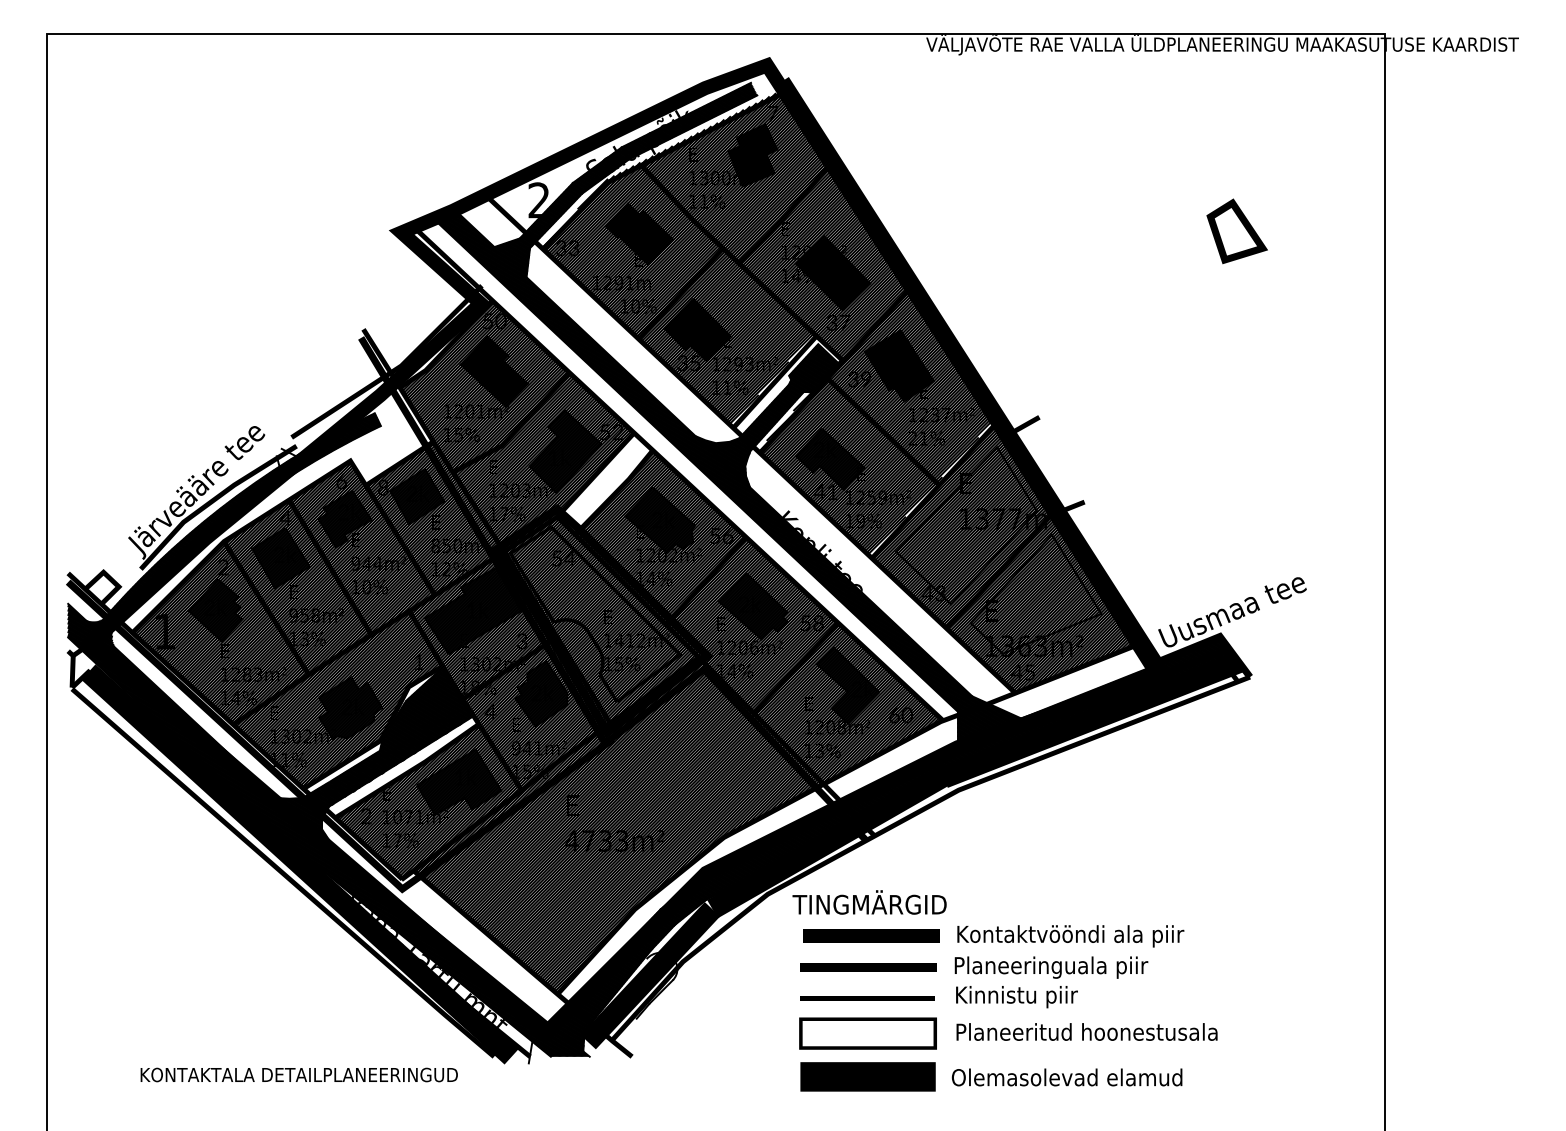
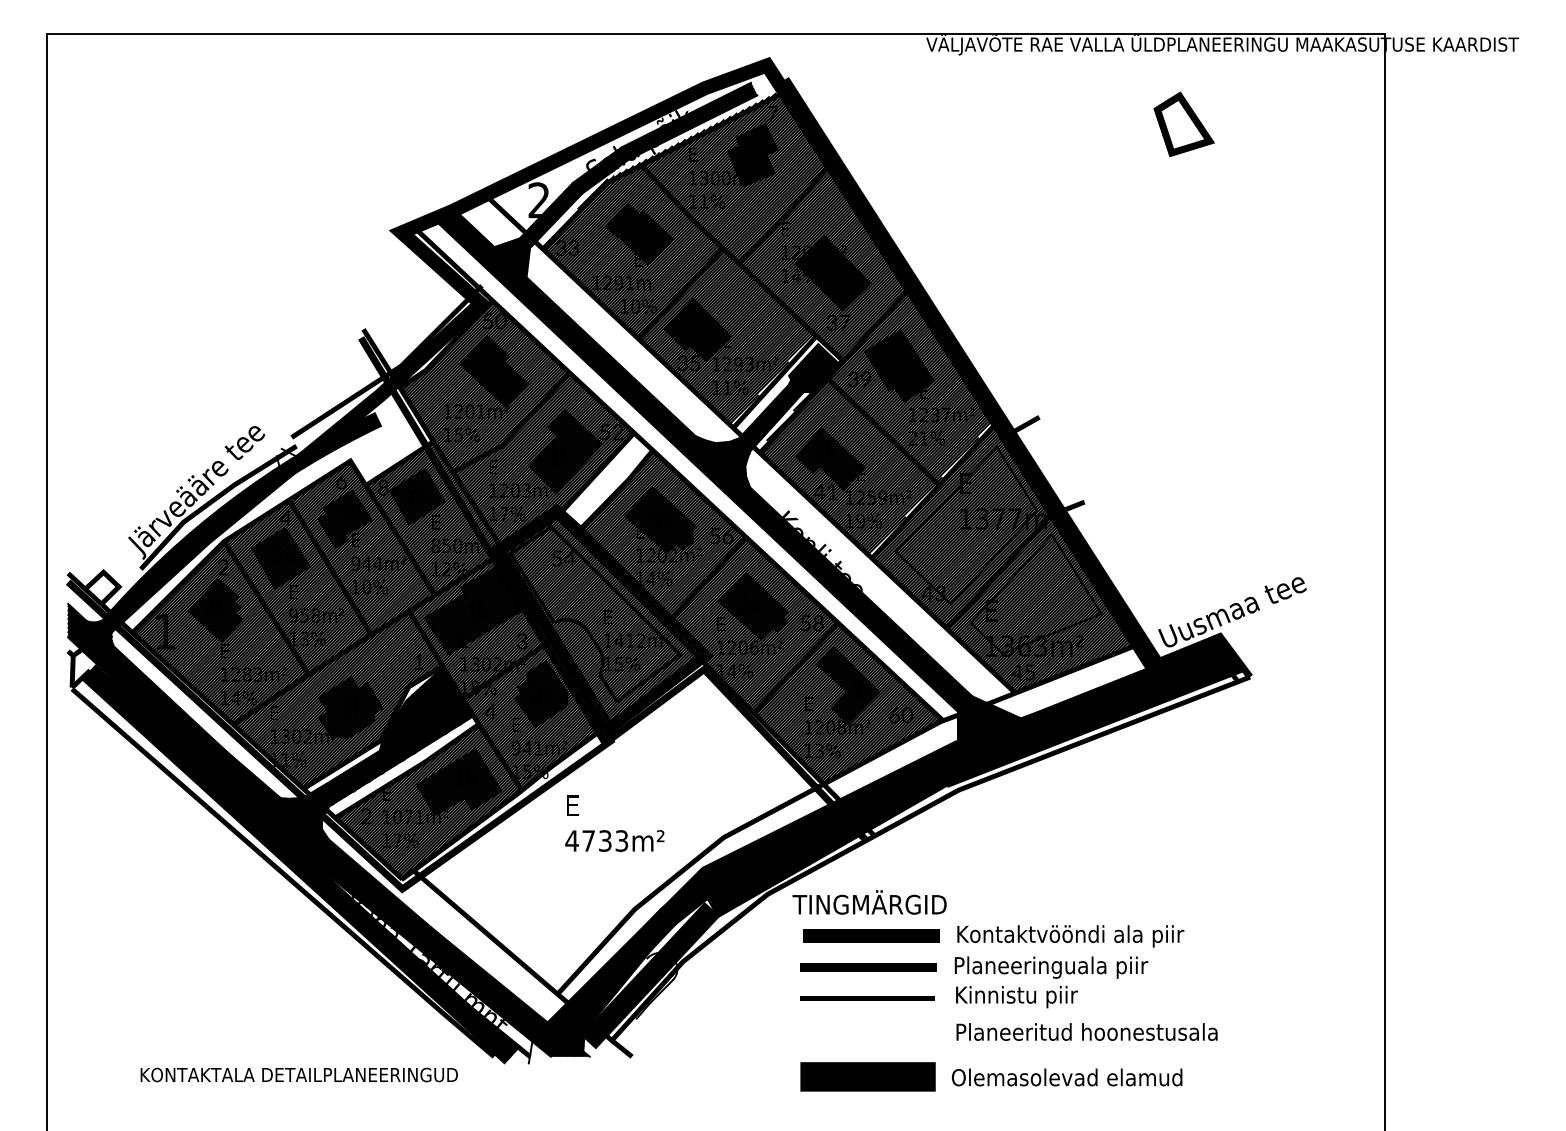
part at (1236, 231) position: (1236, 231) -> (1183, 124)
hatch at (618, 825): present -> none
part at (867, 1033): present -> none
